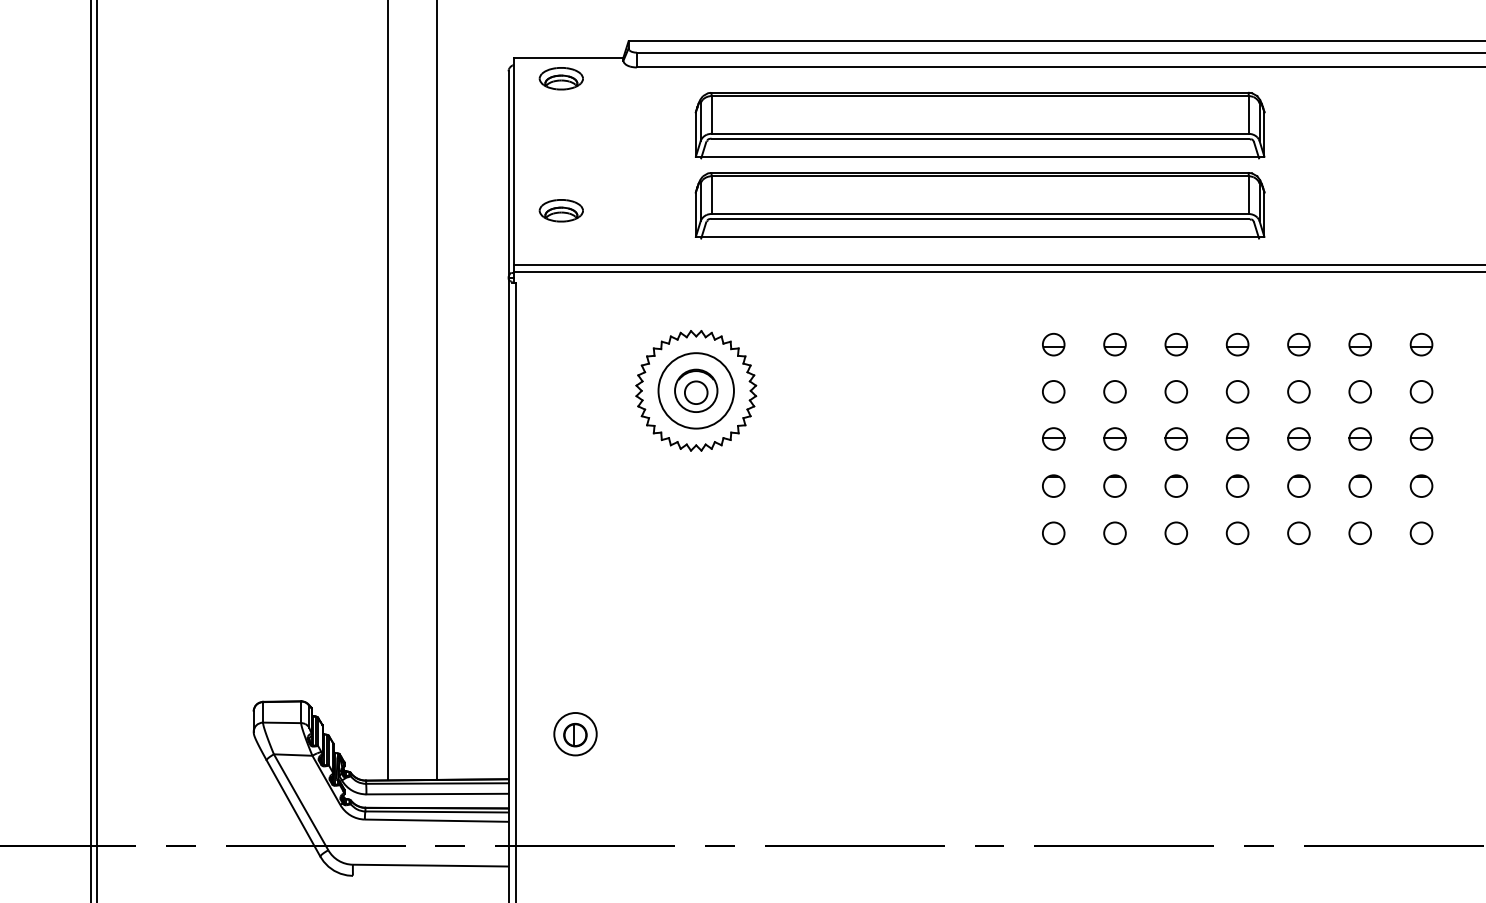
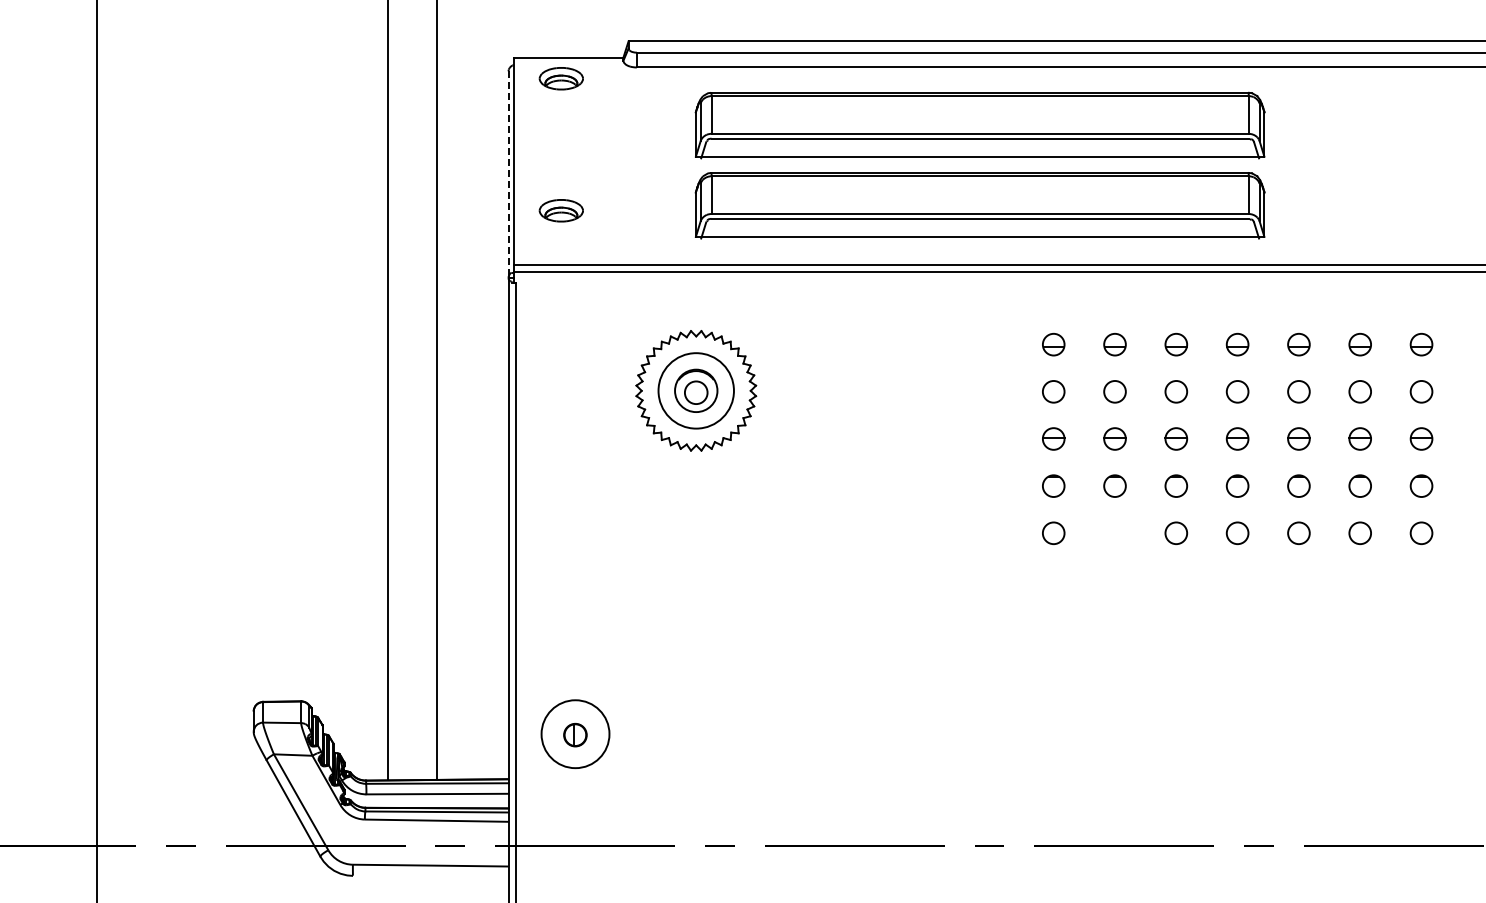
line at (508, 174): solid -> dashed
line at (90, 450): present -> none
circle at (1114, 532): present -> none
circle at (575, 733) diameter: 42 px -> 68 px
